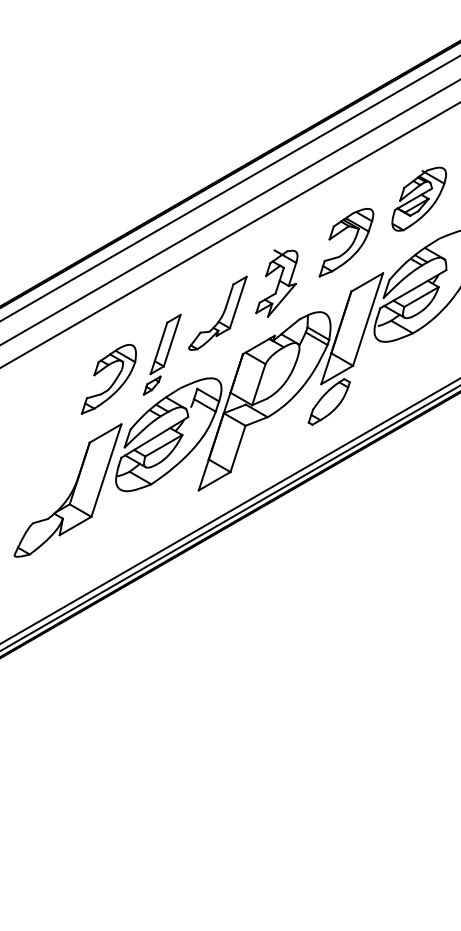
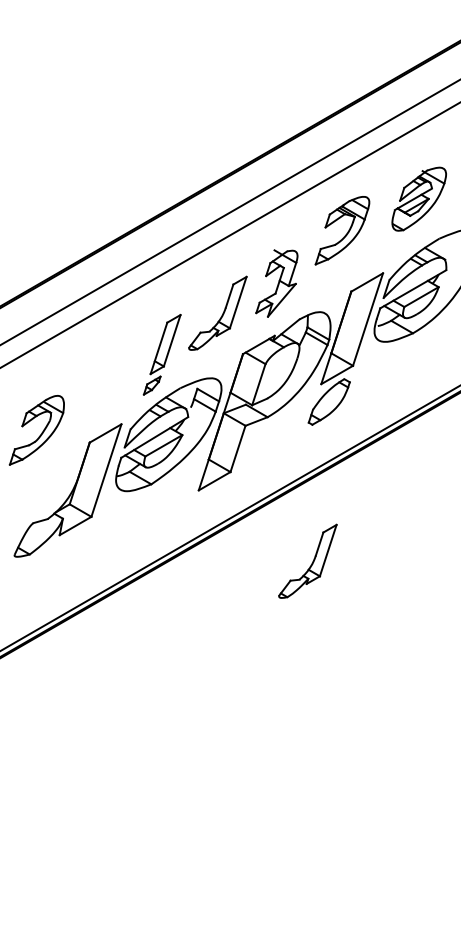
line at (229, 188): present -> none
part at (346, 242) position: (346, 242) -> (342, 230)
part at (108, 379) position: (108, 379) -> (36, 430)
line at (229, 510): present -> none
part at (307, 560): none -> present
